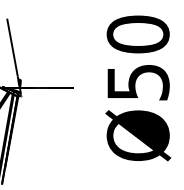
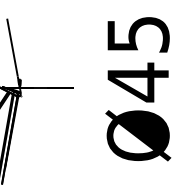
text at (137, 58): Ø50 -> Ø45
